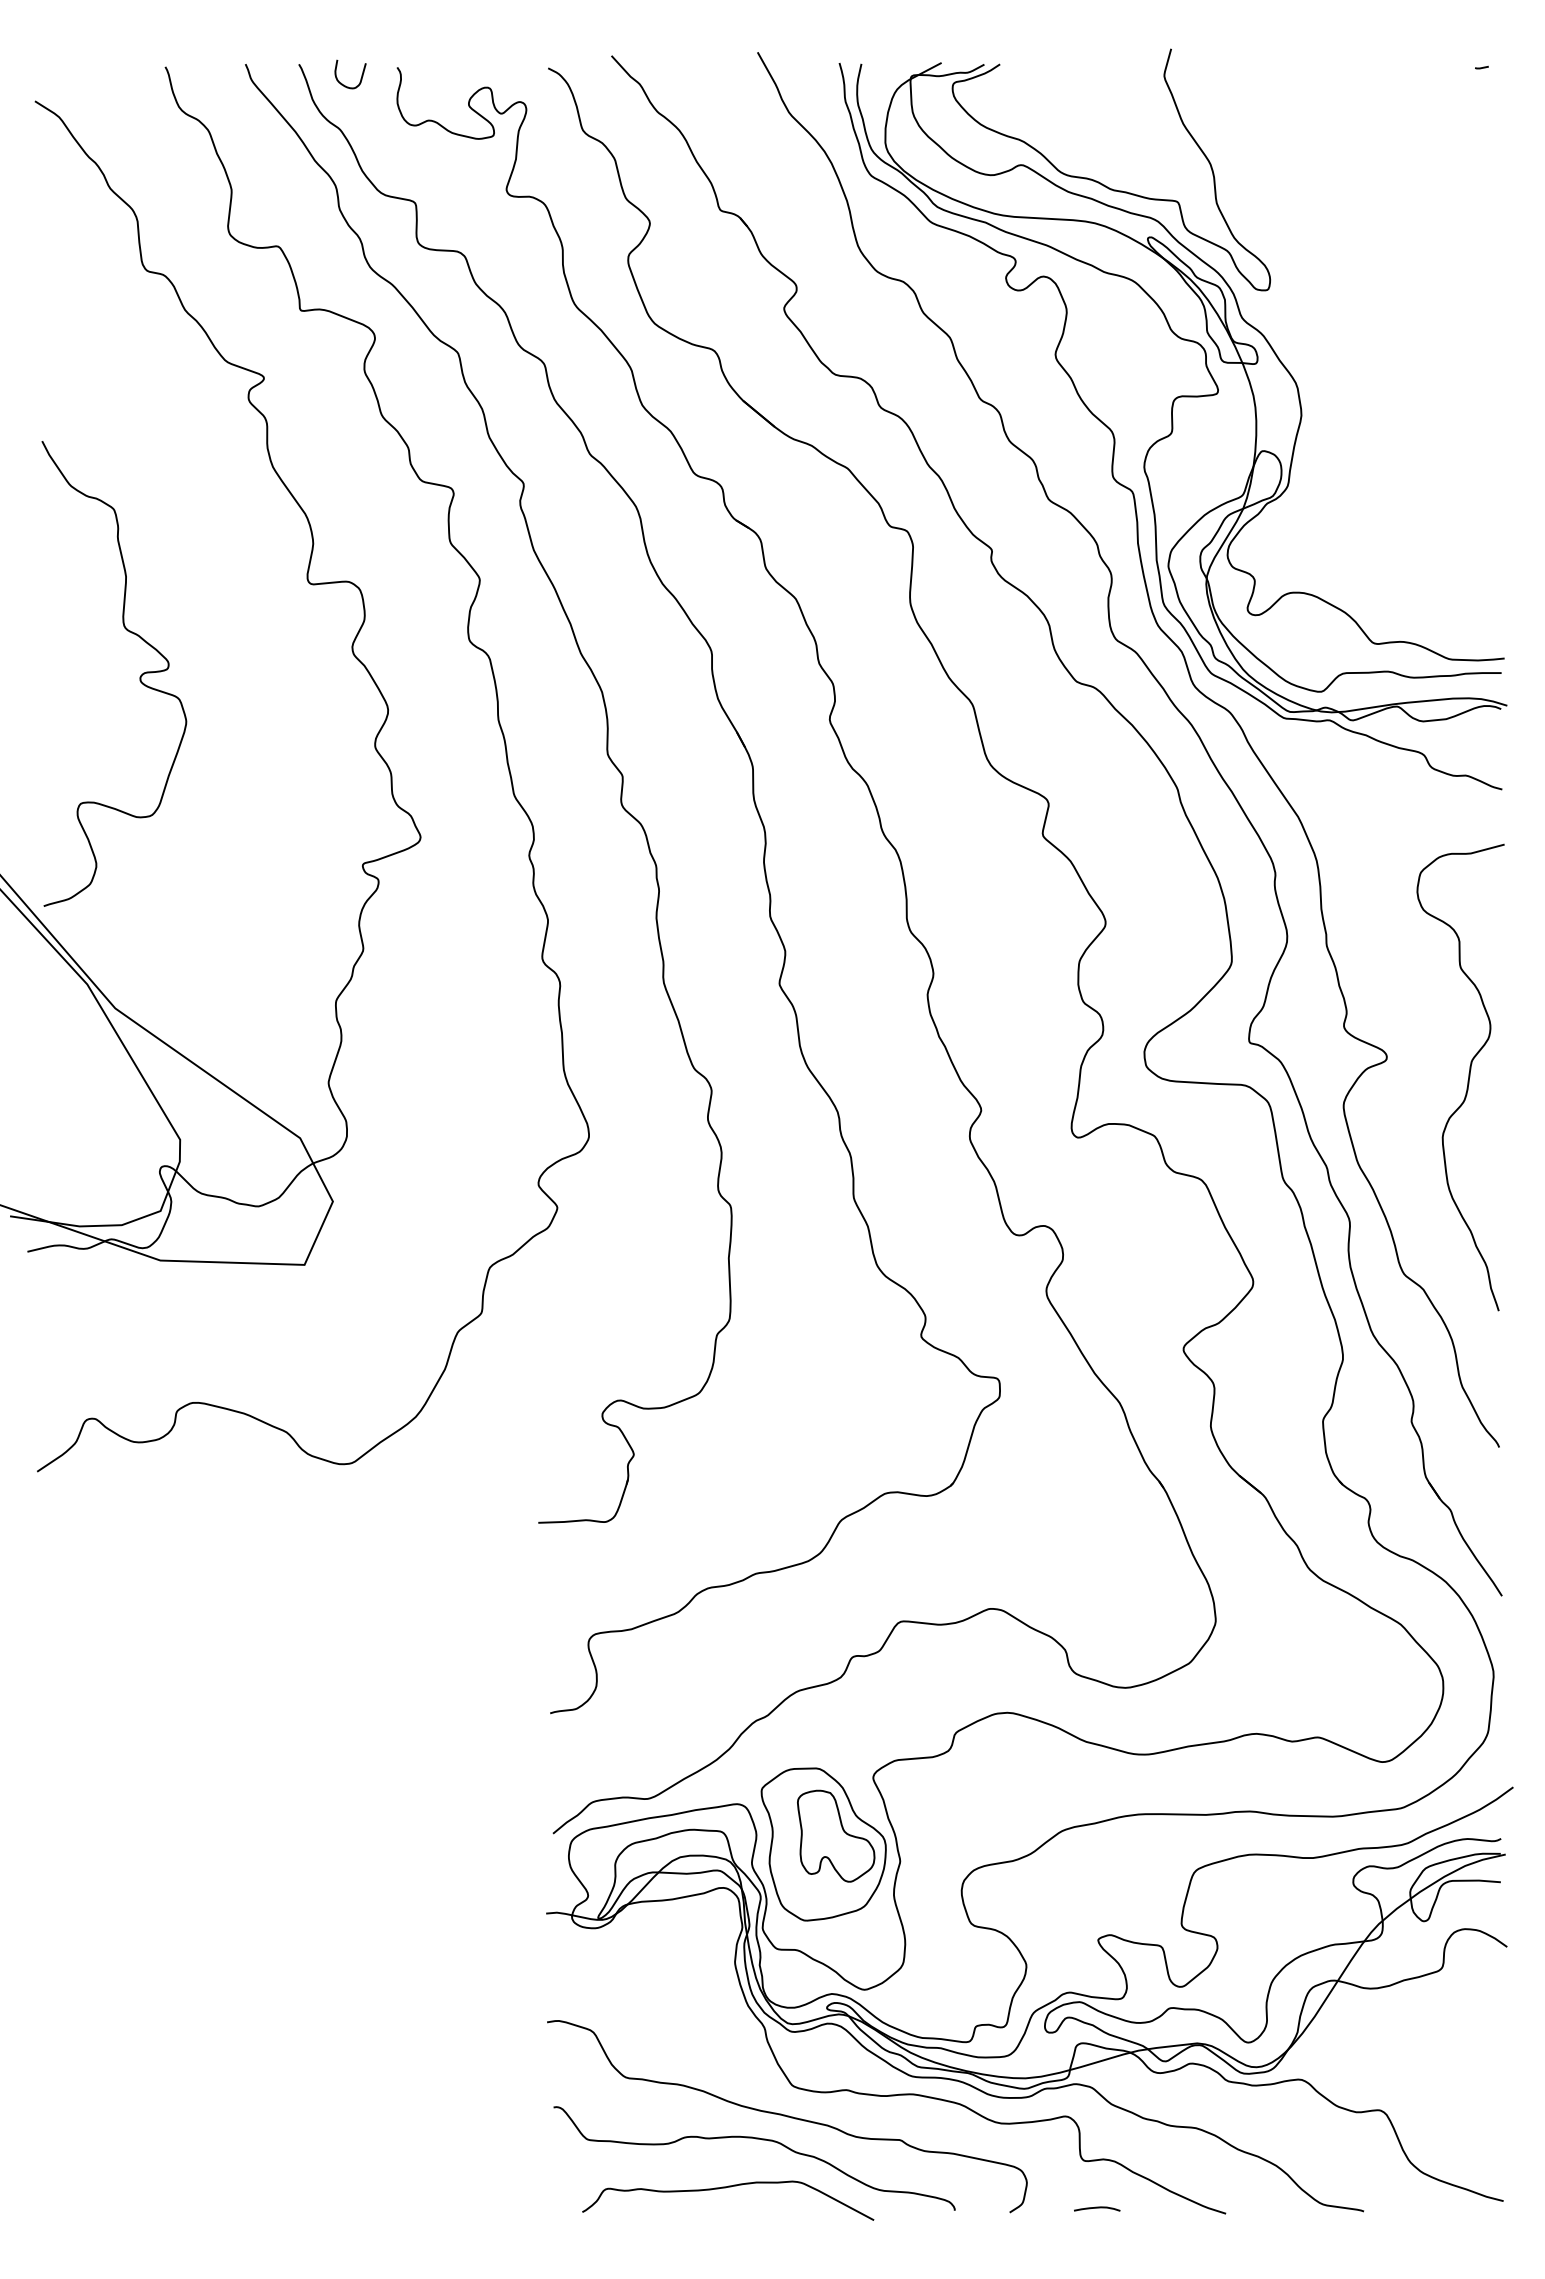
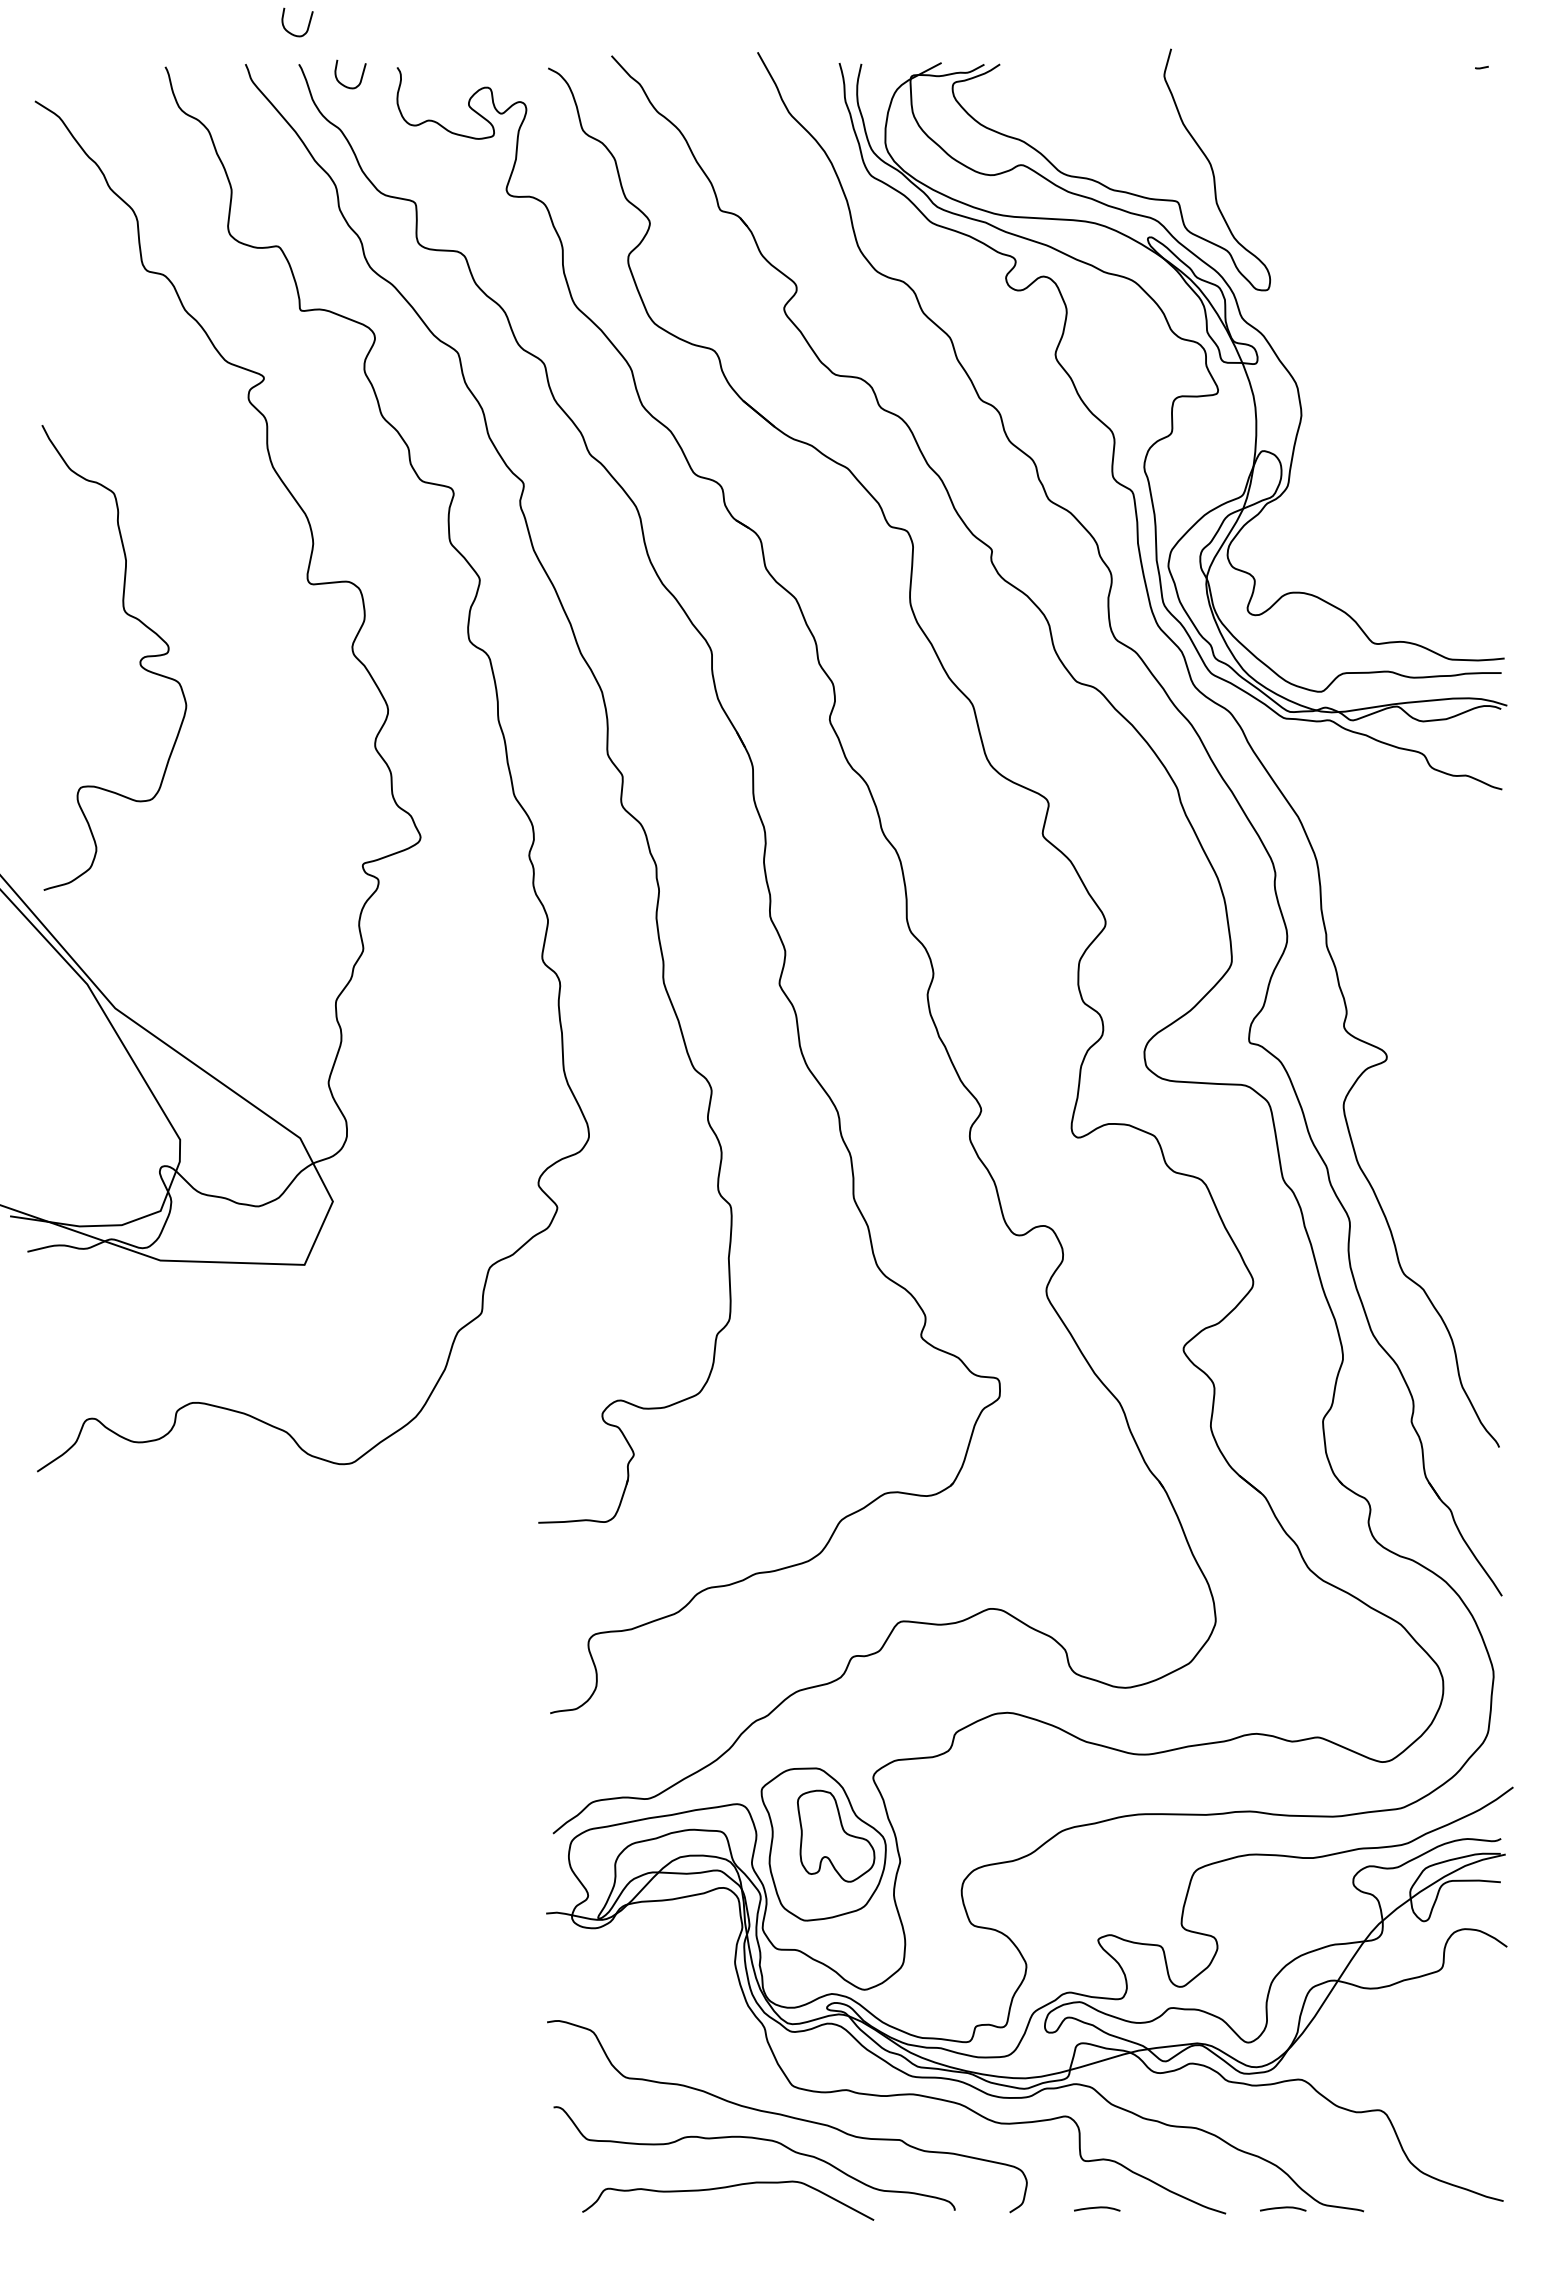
curve at (307, 26): none -> present
curve at (139, 677) position: (139, 677) -> (139, 661)
curve at (1467, 1080): present -> none
curve at (1283, 2208): none -> present
